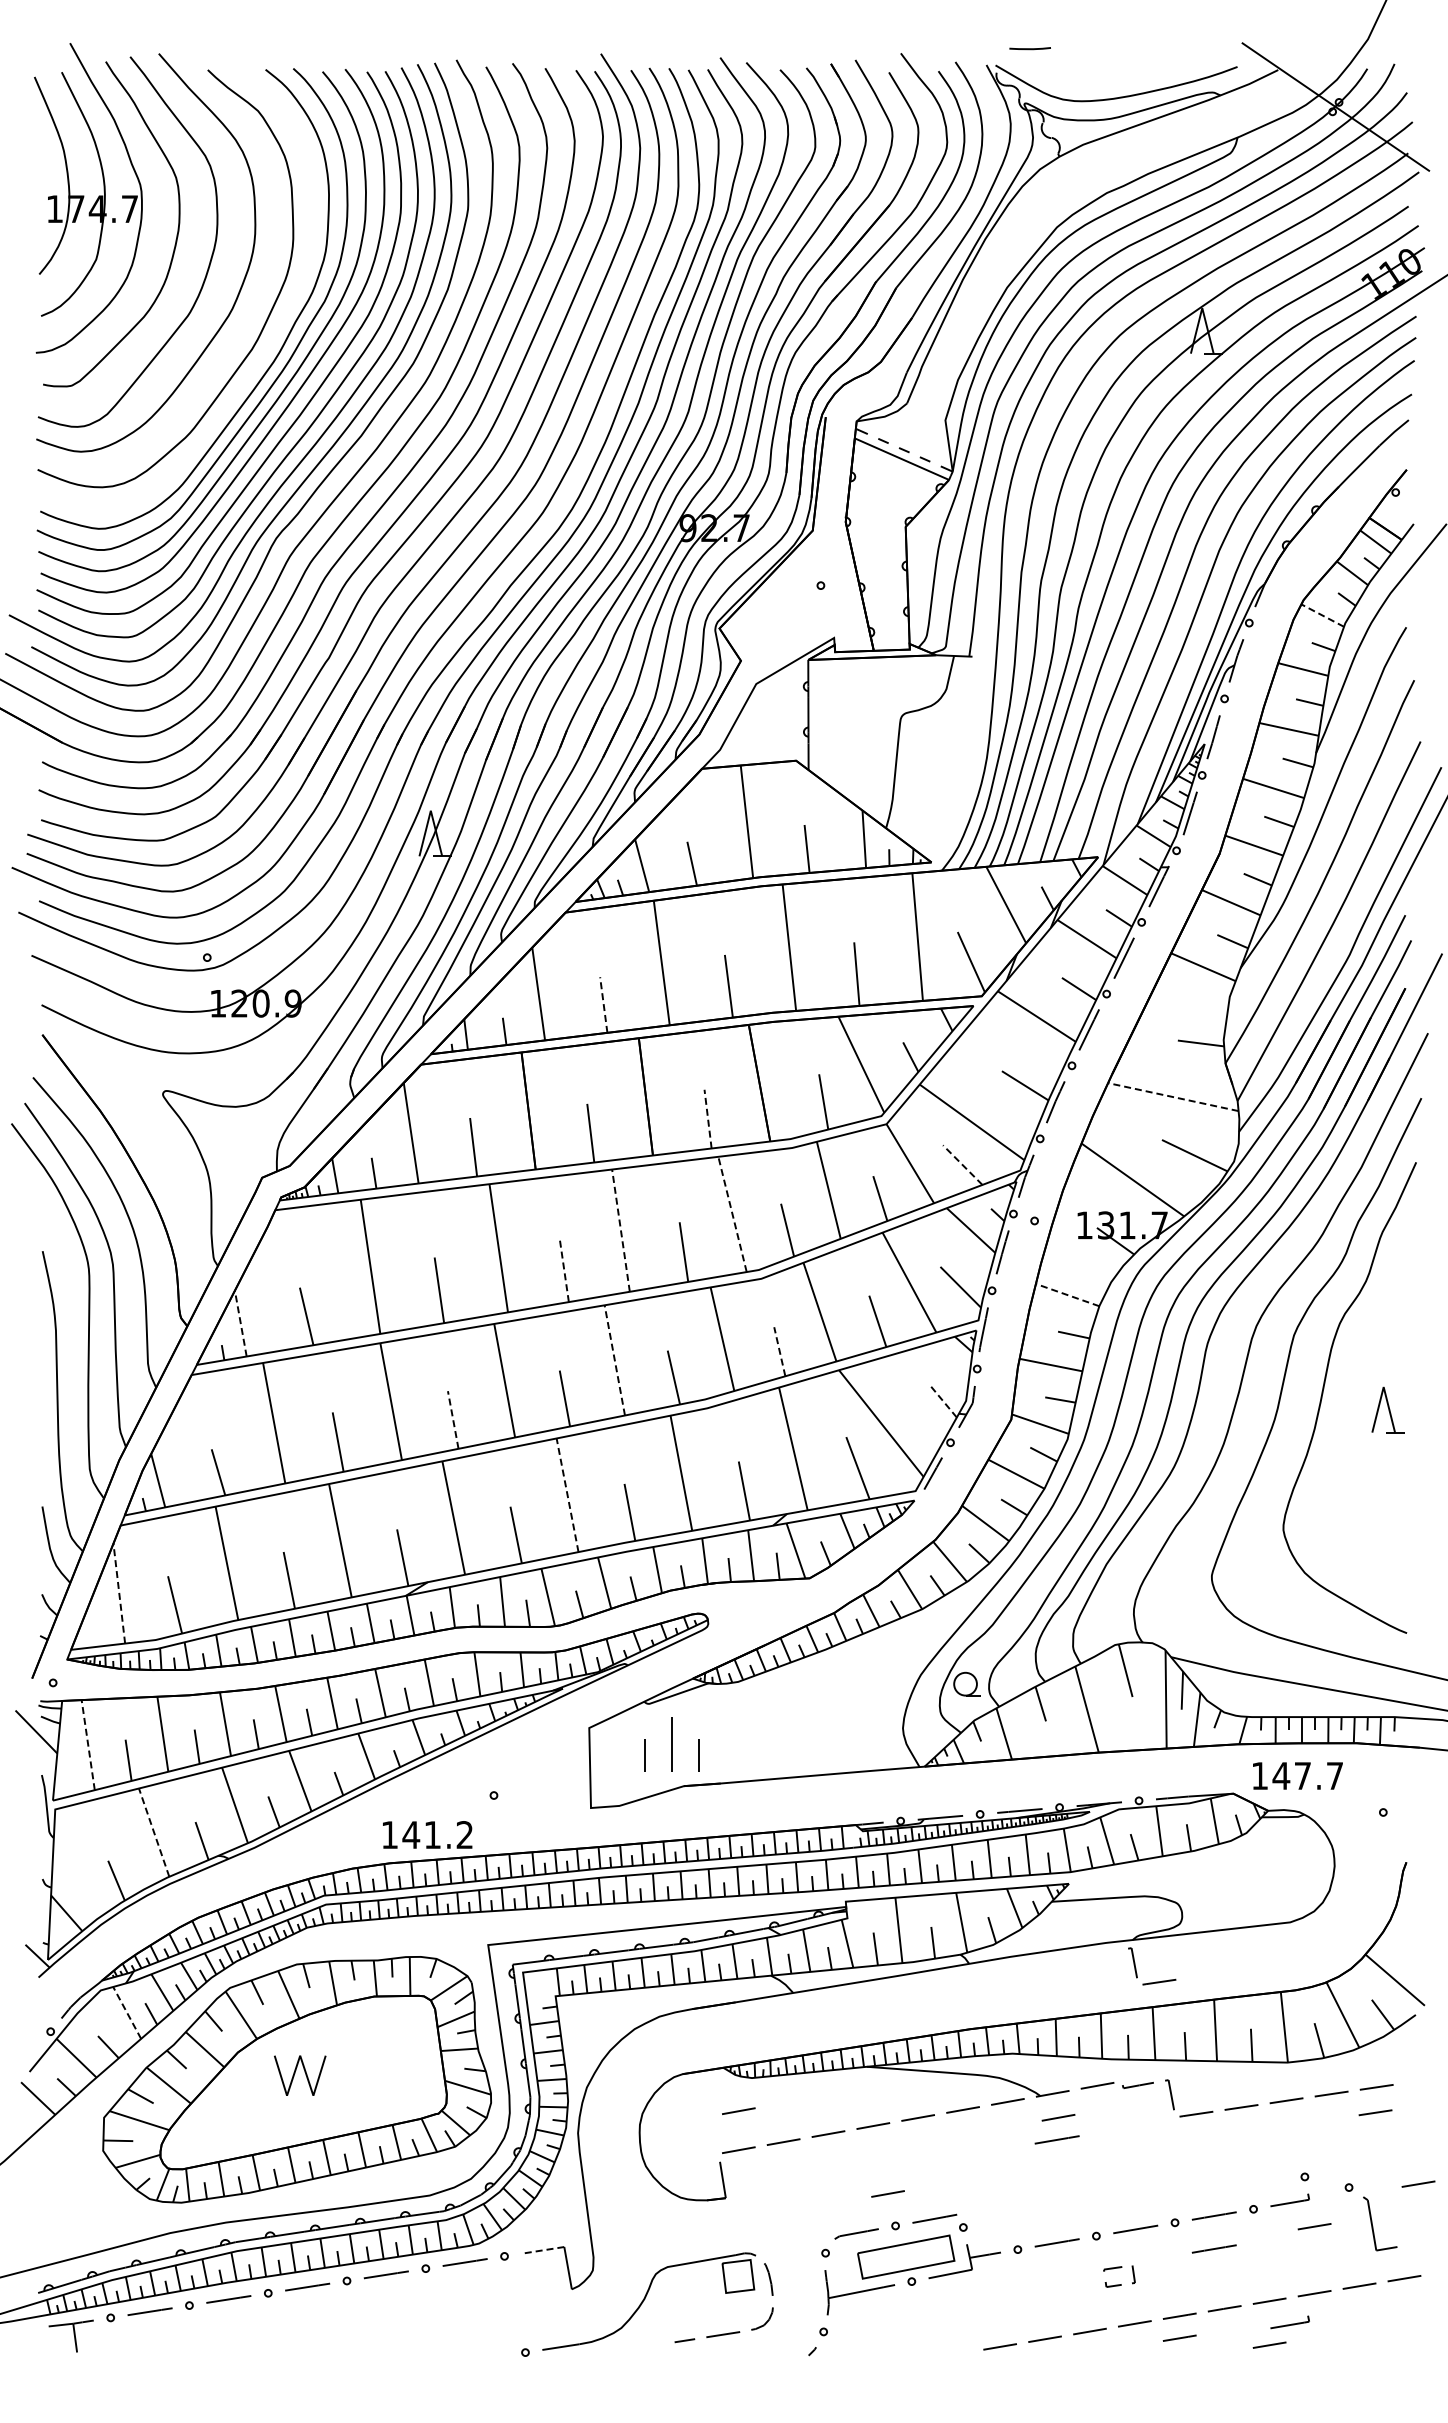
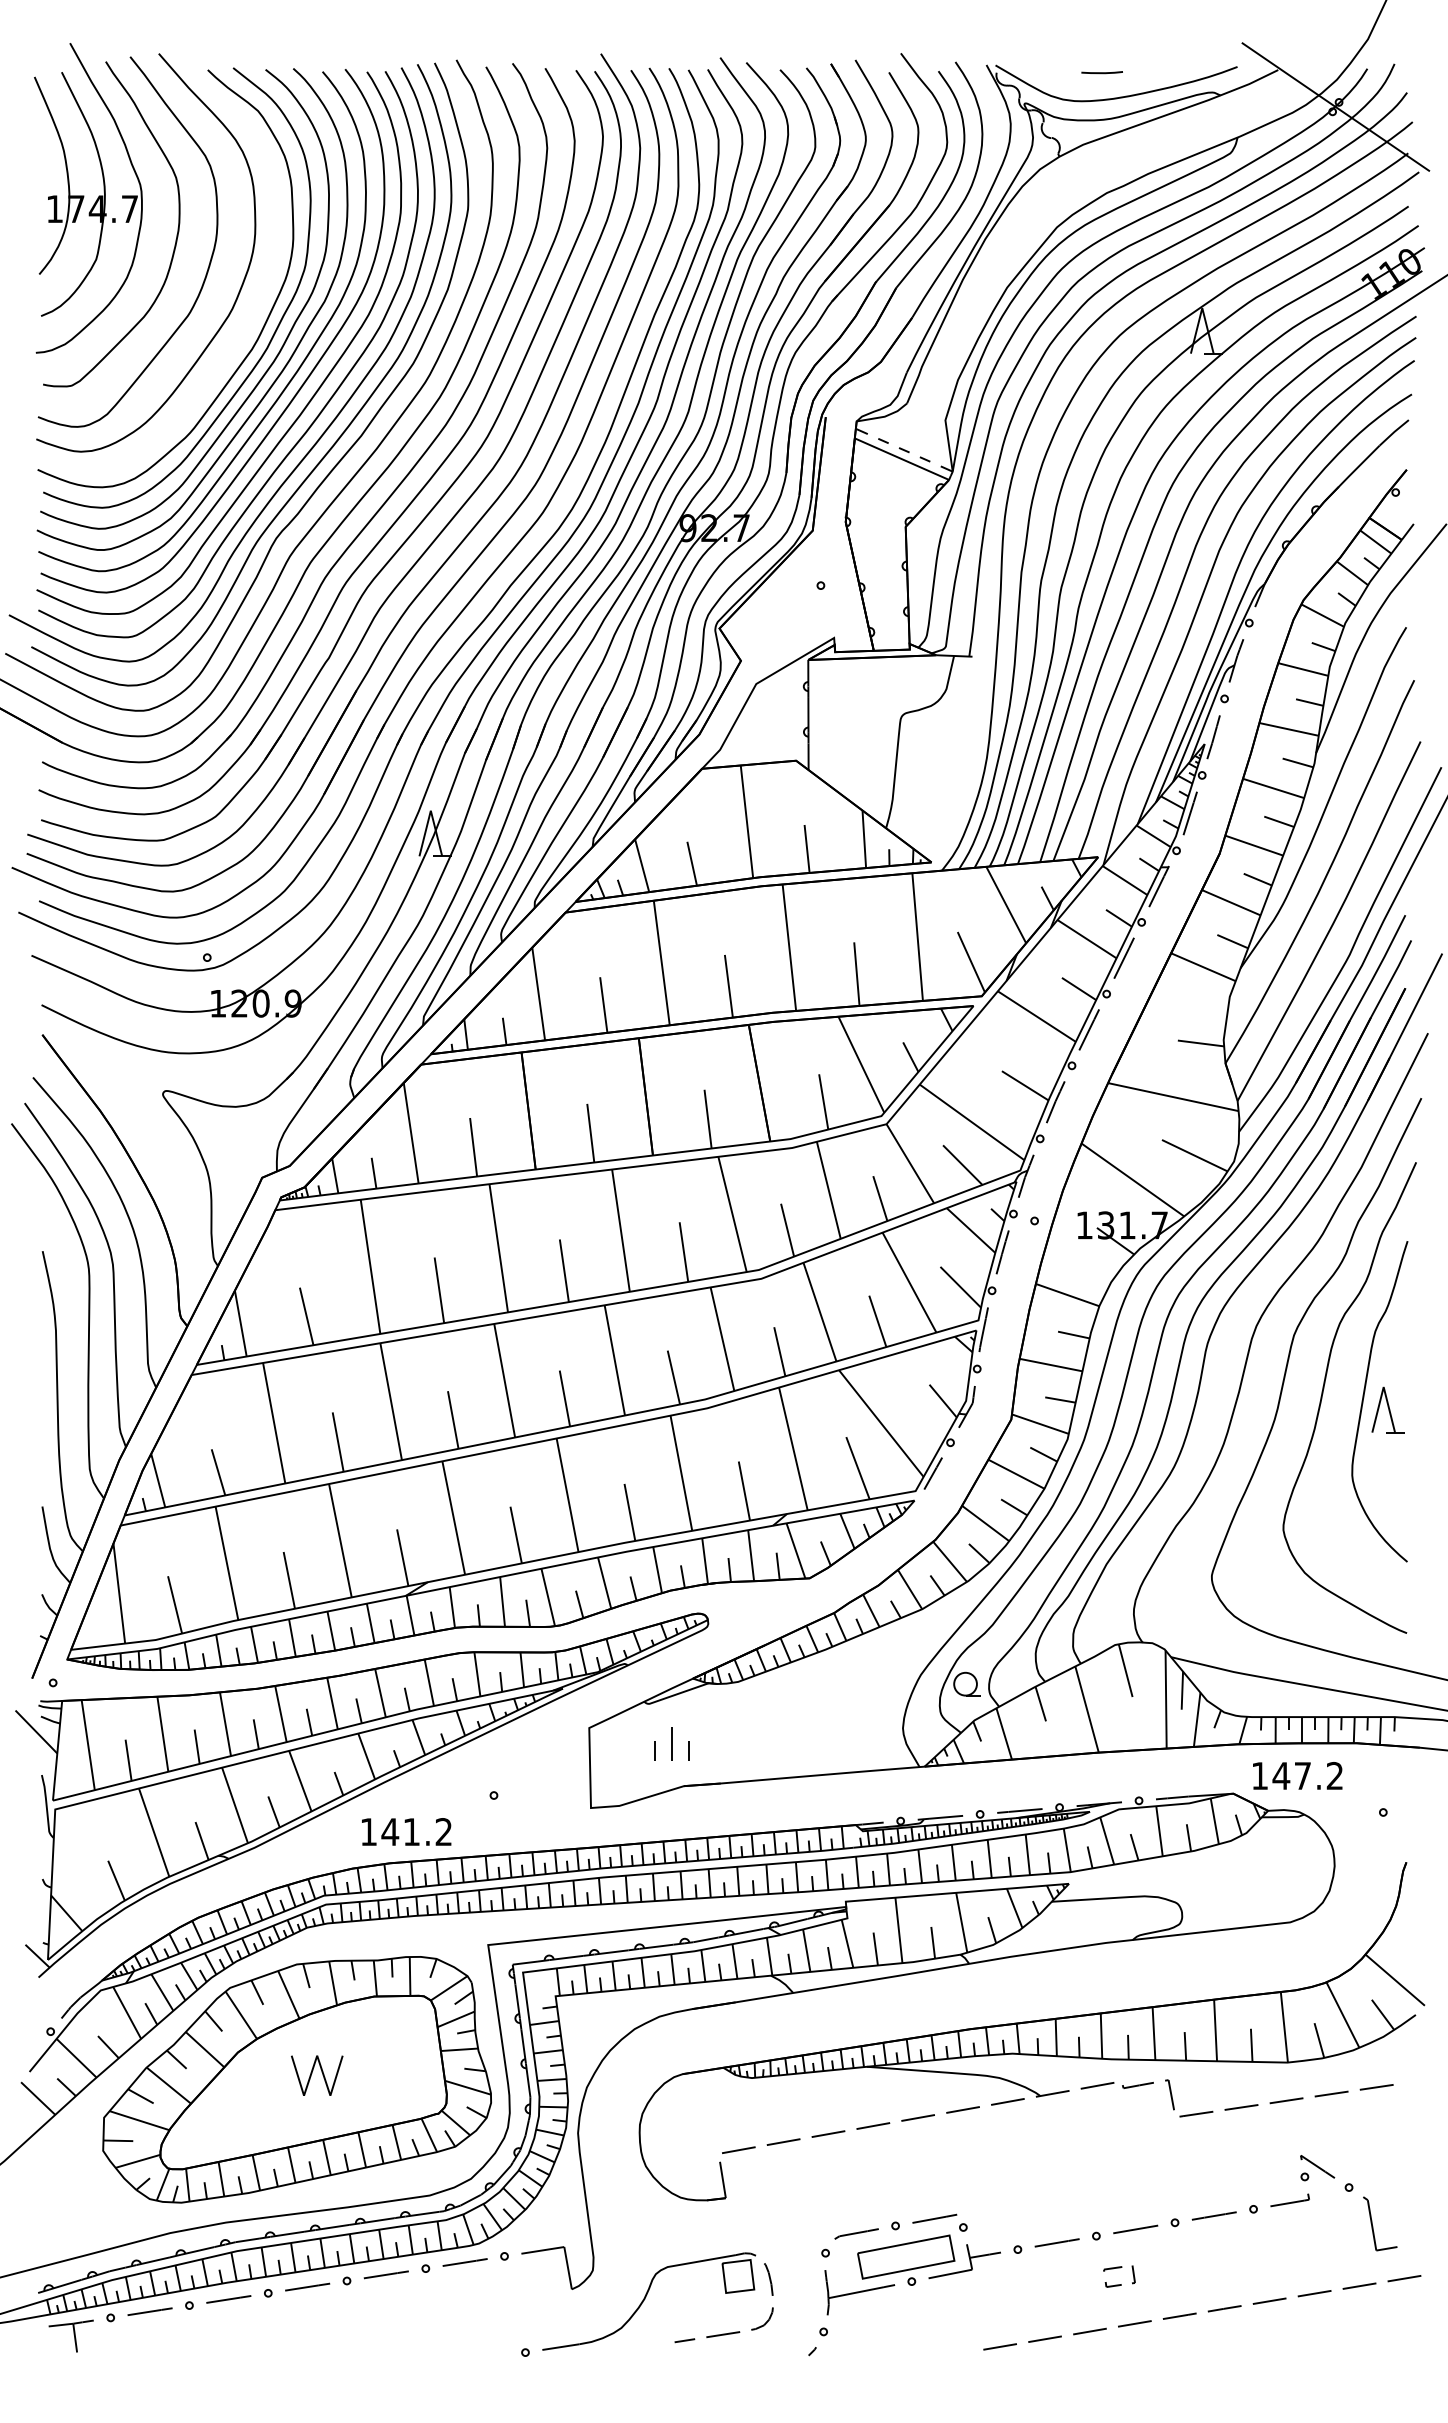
line at (1029, 48) position: (1029, 48) -> (1101, 72)
curve at (272, 335): none -> present
line at (1322, 615): dashed -> solid
line at (603, 1004): dashed -> solid
line at (1173, 1097): dashed -> solid
line at (708, 1119): dashed -> solid
line at (962, 1165): dashed -> solid
line at (732, 1213): dashed -> solid
line at (620, 1230): dashed -> solid
line at (564, 1270): dashed -> solid
line at (1067, 1295): dashed -> solid
line at (240, 1323): dashed -> solid
line at (779, 1351): dashed -> solid
line at (614, 1359): dashed -> solid
curve at (1364, 1397): none -> present
line at (942, 1400): dashed -> solid
line at (453, 1419): dashed -> solid
line at (567, 1495): dashed -> solid
line at (119, 1593): dashed -> solid
line at (88, 1744): dashed -> solid
part at (671, 1744) size: 56x55 px -> 36x34 px
text at (1334, 1775): 147.7 -> 147.2
line at (154, 1832): dashed -> solid
text at (427, 1834) position: (427, 1834) -> (406, 1831)
part at (1155, 1981): present -> none
line at (126, 2012): dashed -> solid
part at (300, 2075) position: (300, 2075) -> (317, 2075)
line at (738, 2110): present -> none
line at (1375, 2112): present -> none
line at (1058, 2117): present -> none
line at (1056, 2139): present -> none
part at (1317, 2166): none -> present
line at (1418, 2183): present -> none
line at (887, 2193): present -> none
line at (1314, 2226): present -> none
line at (1213, 2248): present -> none
line at (542, 2250): dashed -> solid
part at (1289, 2322): present -> none
line at (1179, 2337): present -> none
line at (1269, 2344): present -> none
